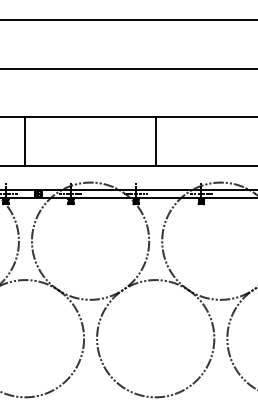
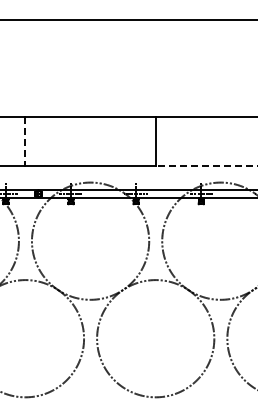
line at (128, 69): present -> none
line at (25, 142): solid -> dashed
line at (206, 166): solid -> dashed
